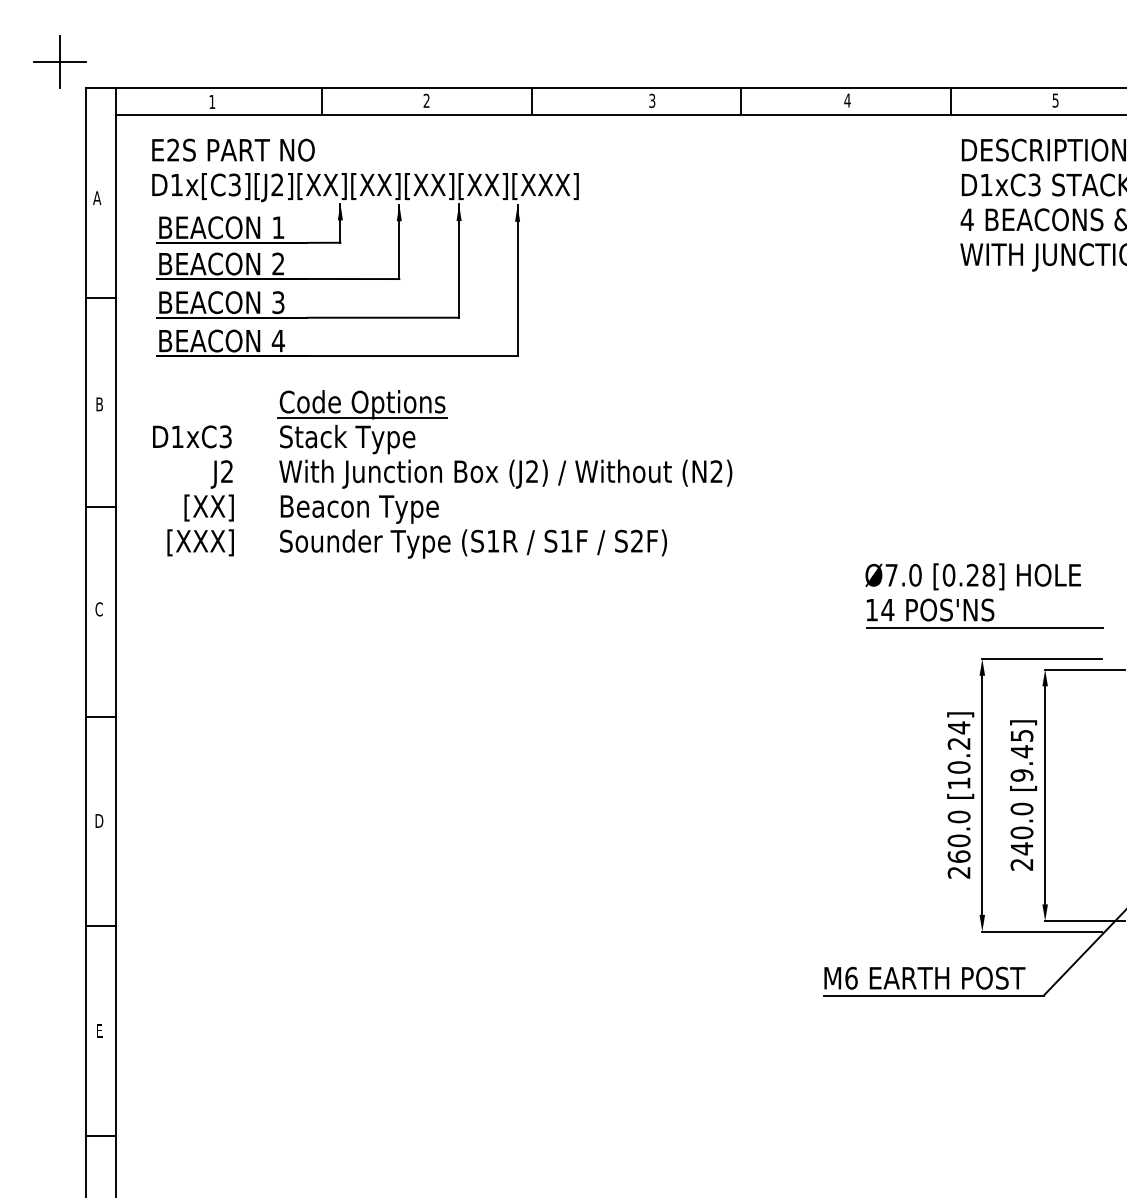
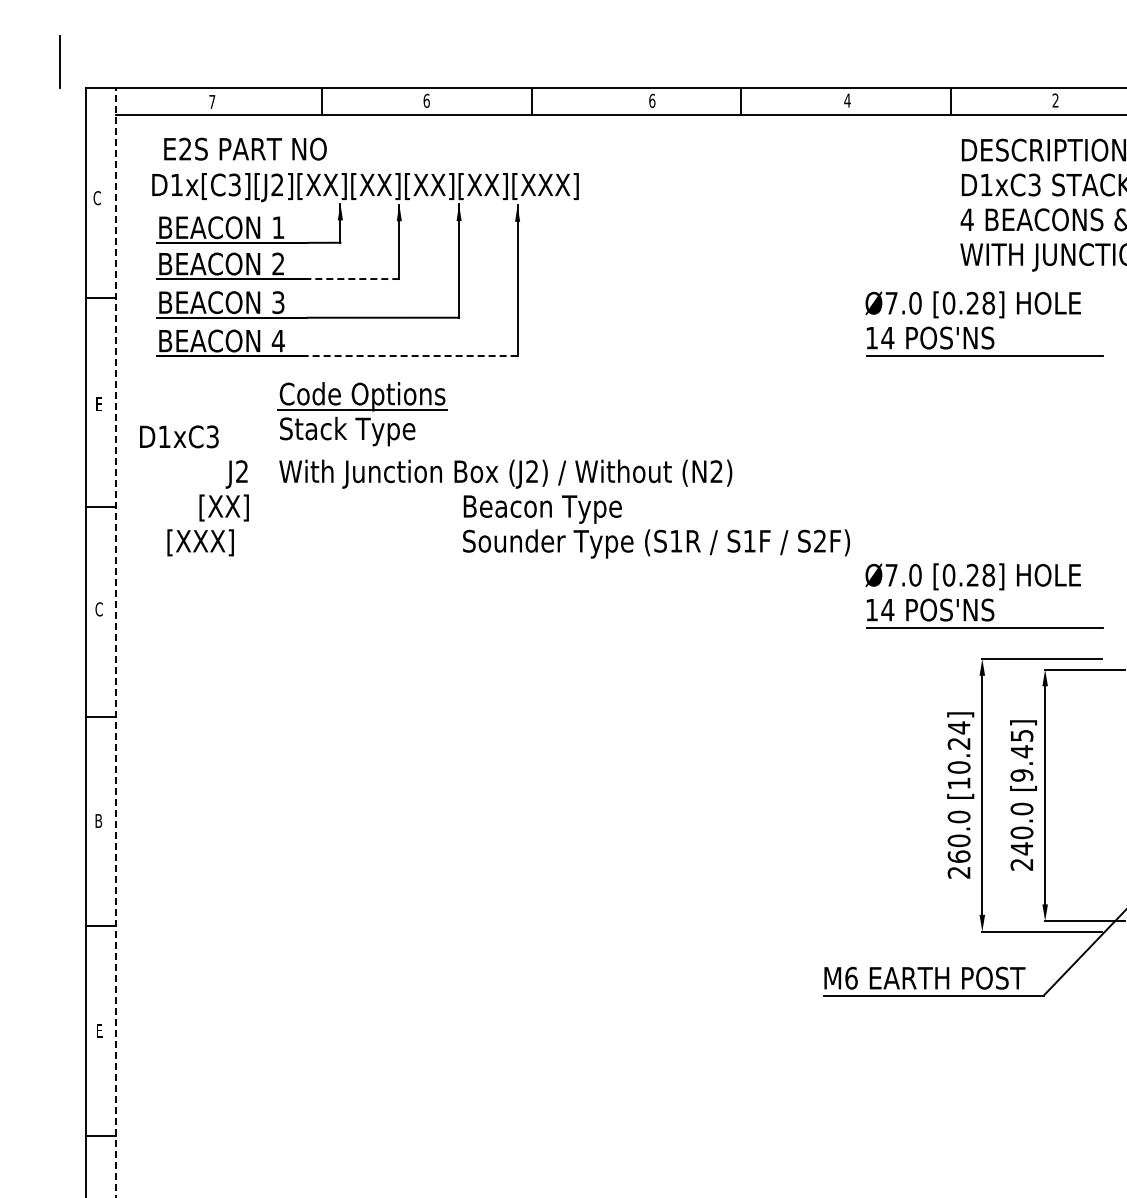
line at (59, 62): present -> none
text at (426, 100): 2 -> 6
text at (652, 100): 3 -> 6
text at (1055, 100): 5 -> 2
text at (212, 101): 1 -> 7
text at (233, 149) position: (233, 149) -> (245, 148)
text at (97, 198): A -> C
line at (353, 279): solid -> dashed
part at (984, 323): none -> present
line at (412, 356): solid -> dashed
text at (99, 404): B -> E
part at (362, 422) position: (362, 422) -> (362, 414)
text at (192, 436) position: (192, 436) -> (179, 436)
text at (208, 490) position: (208, 490) -> (223, 490)
text at (473, 526) position: (473, 526) -> (656, 526)
line at (116, 642): solid -> dashed
text at (99, 821): D -> B
